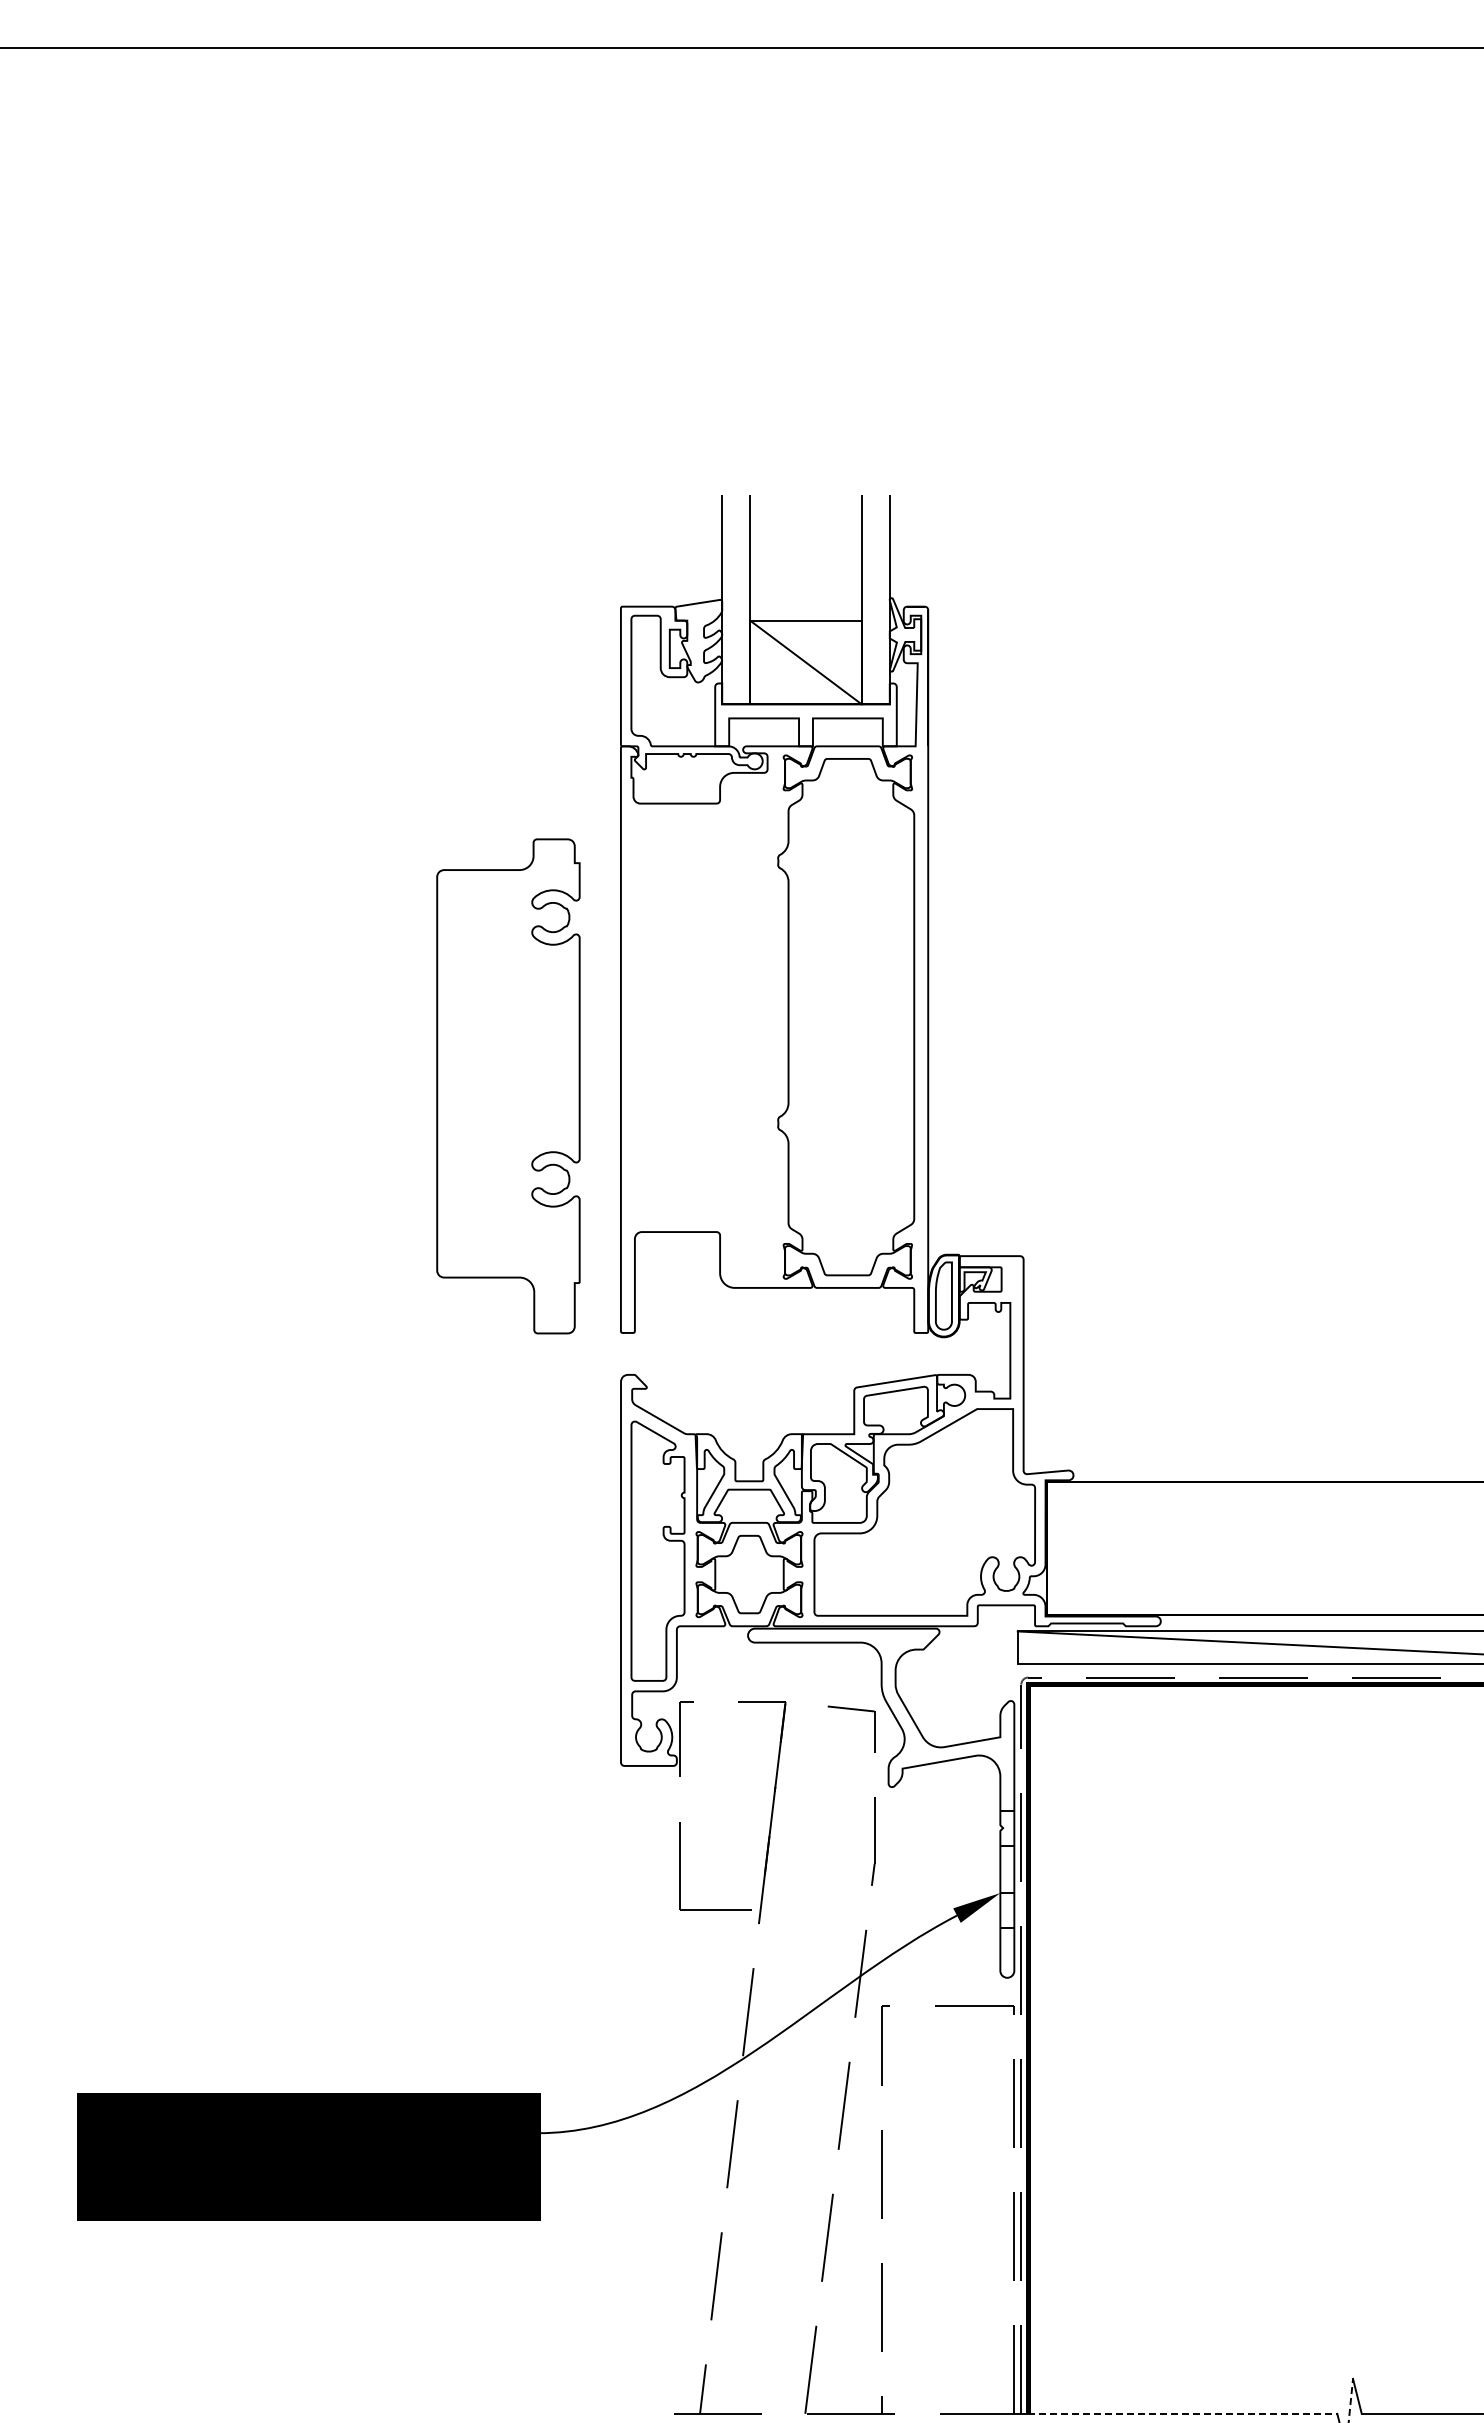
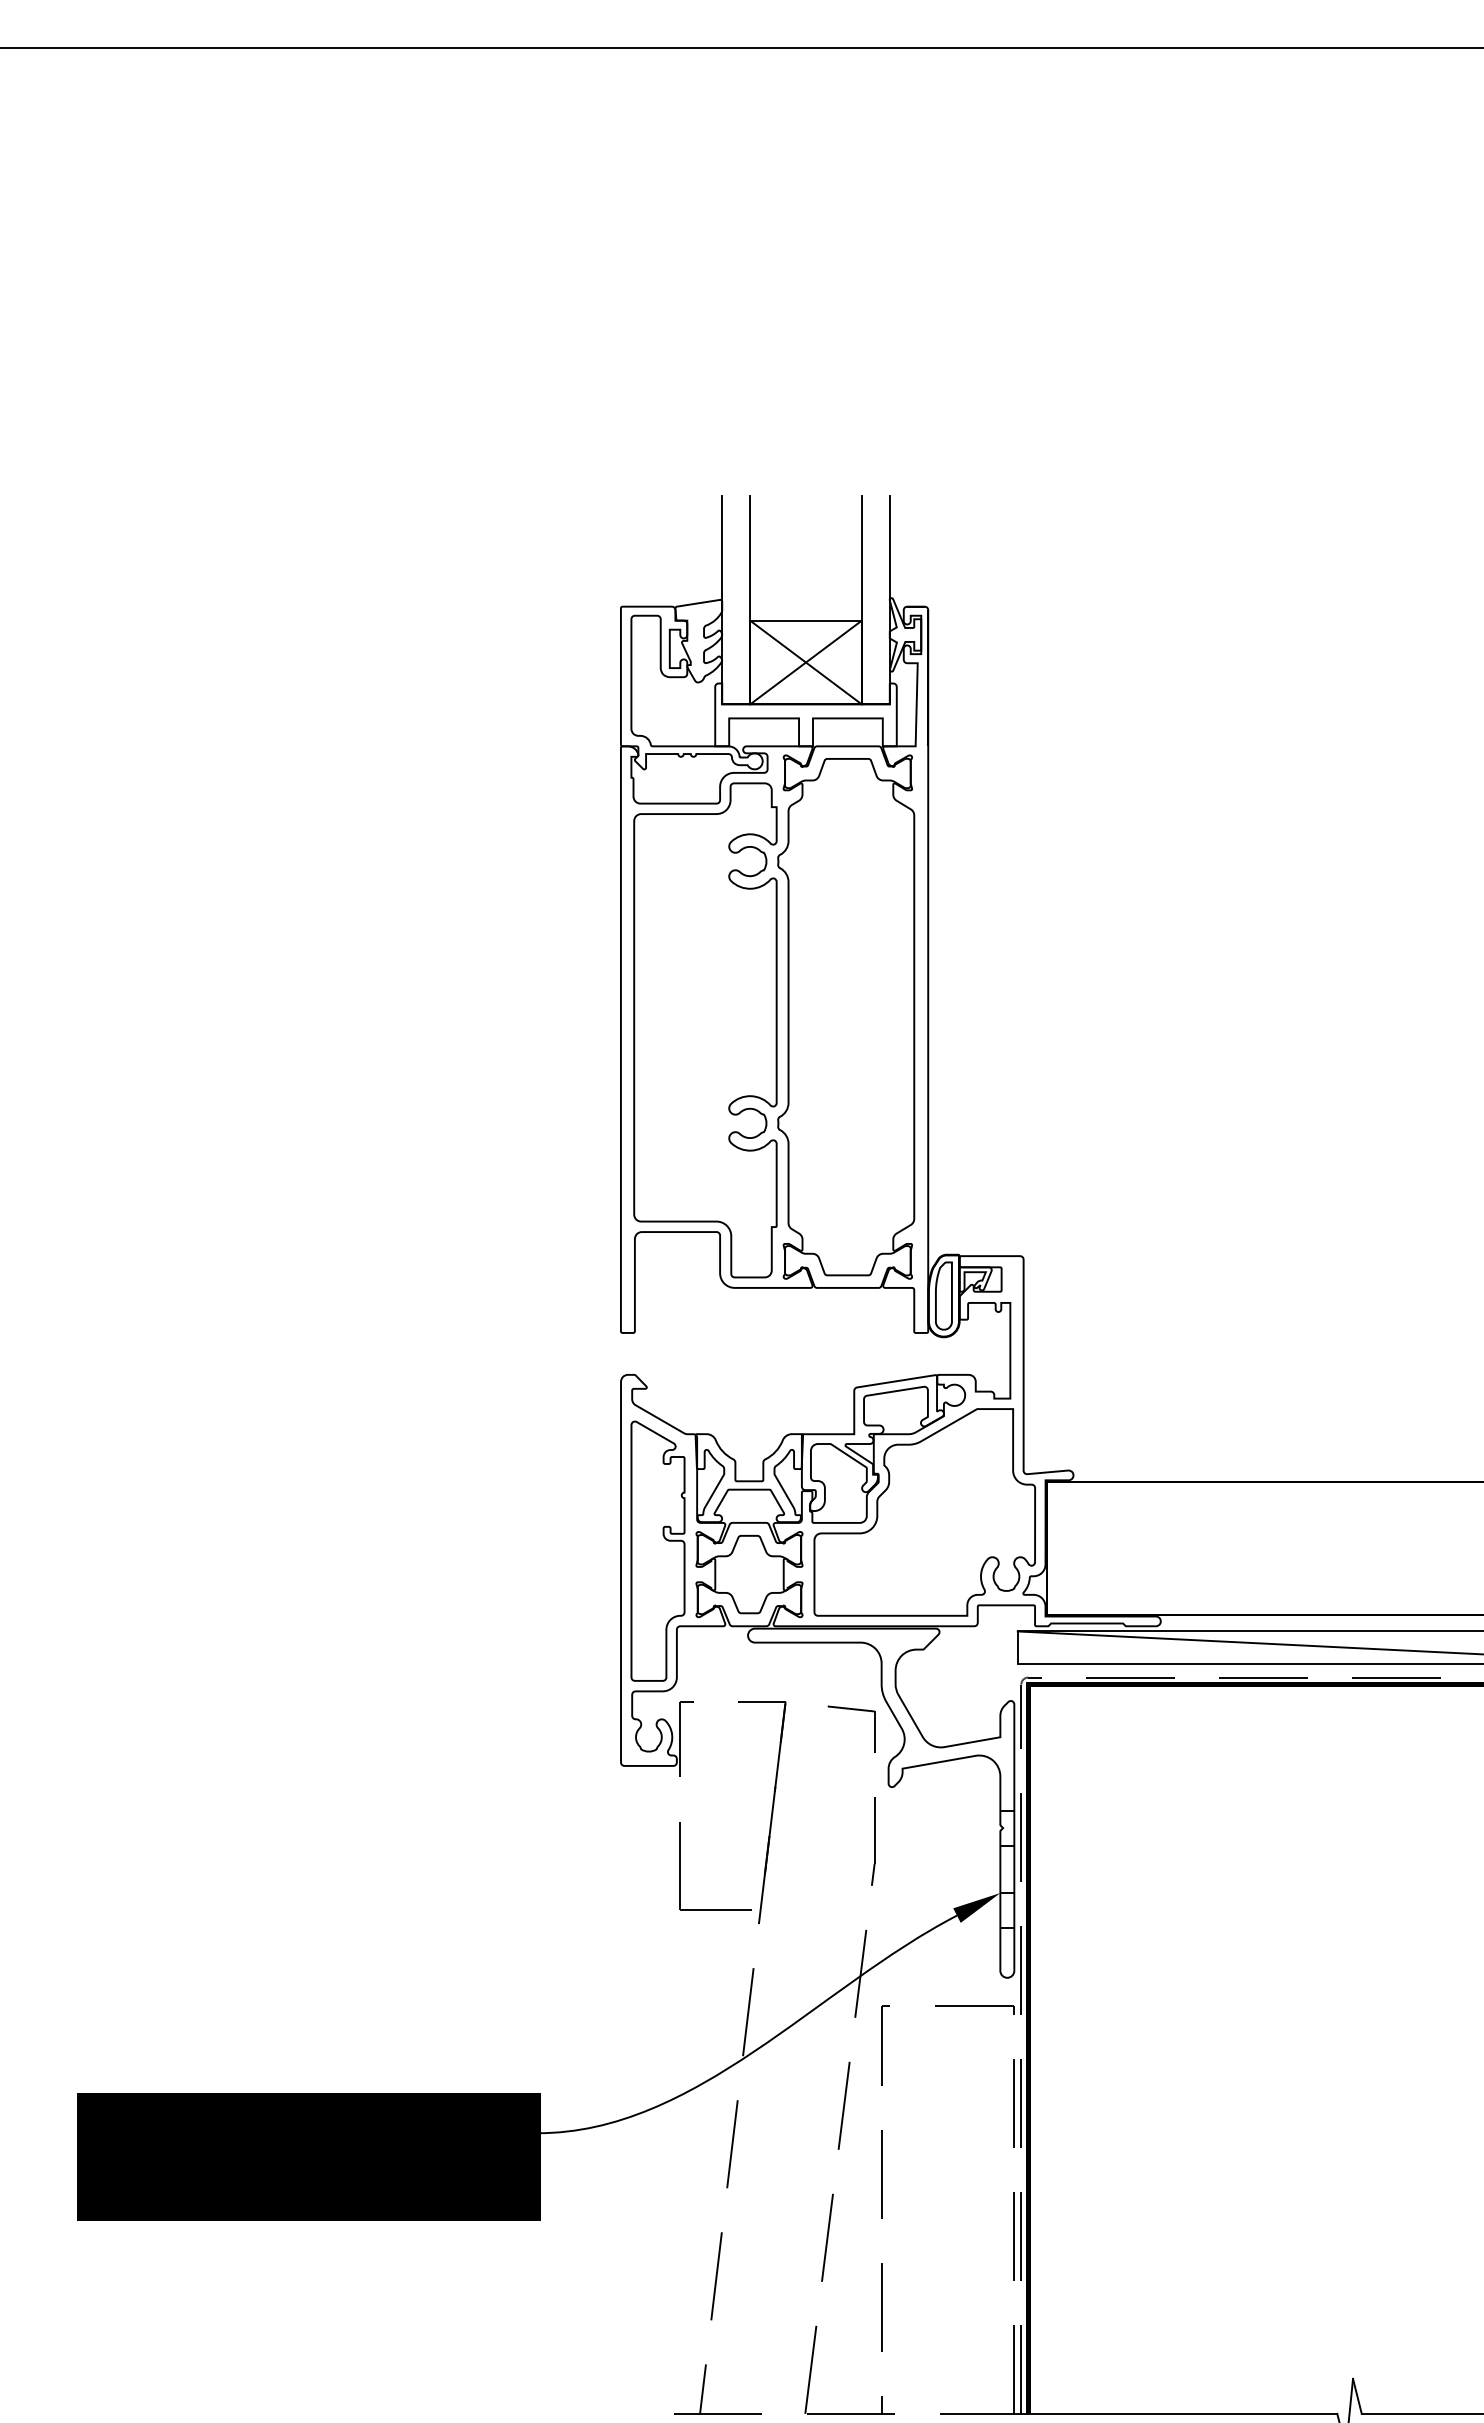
line at (805, 662): none -> present
part at (508, 1086) position: (508, 1086) -> (705, 1030)
line at (1350, 2400): dashed -> solid
line at (1182, 2413): dashed -> solid
